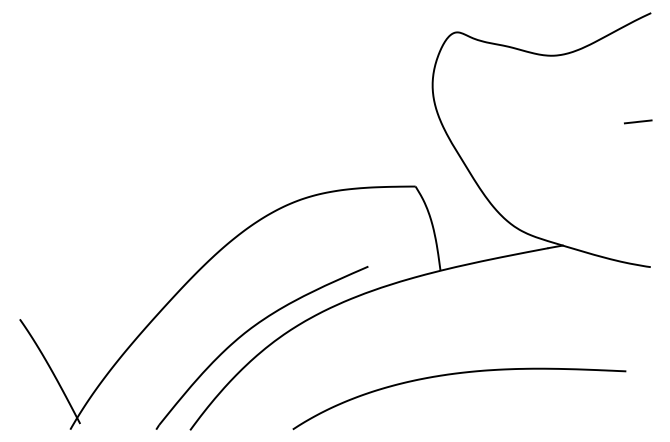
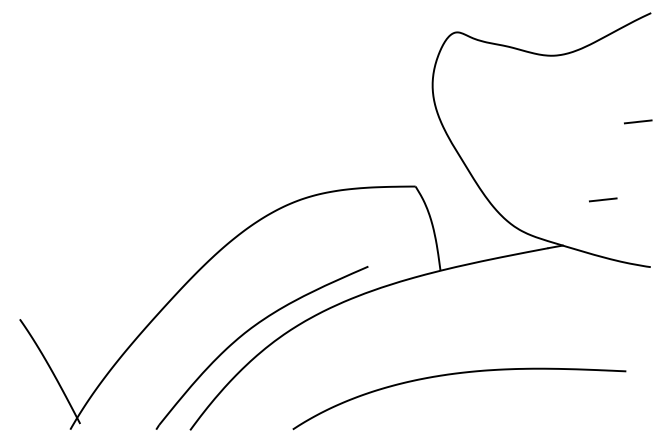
line at (603, 199): none -> present
